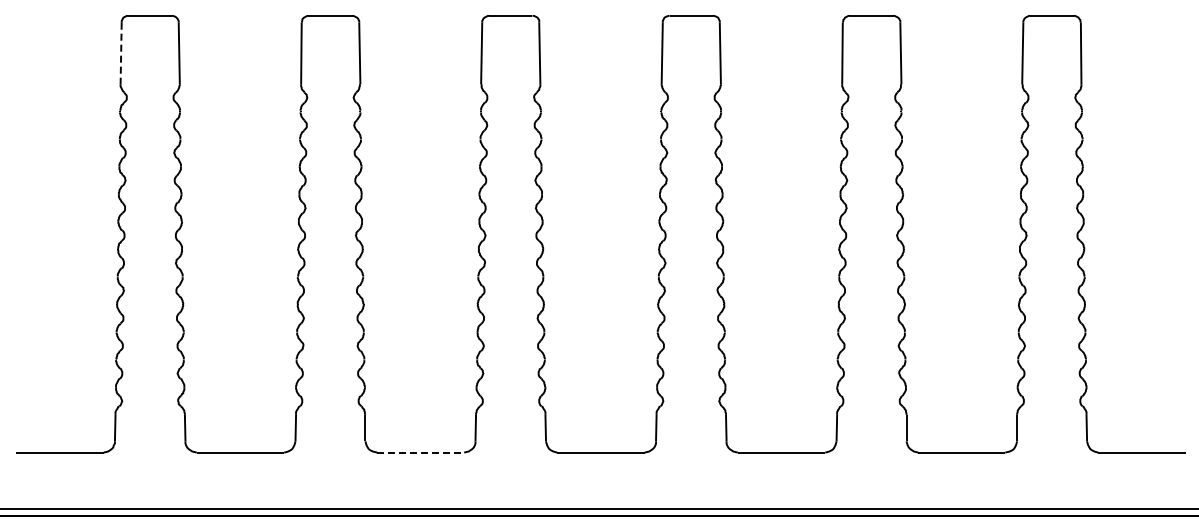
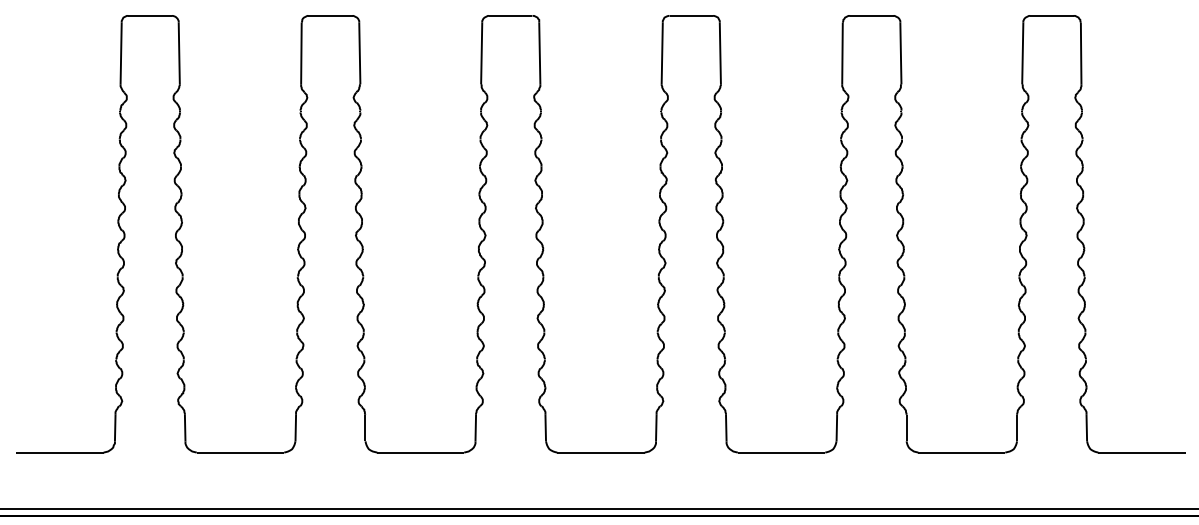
line at (121, 53): dashed -> solid
line at (421, 452): dashed -> solid
